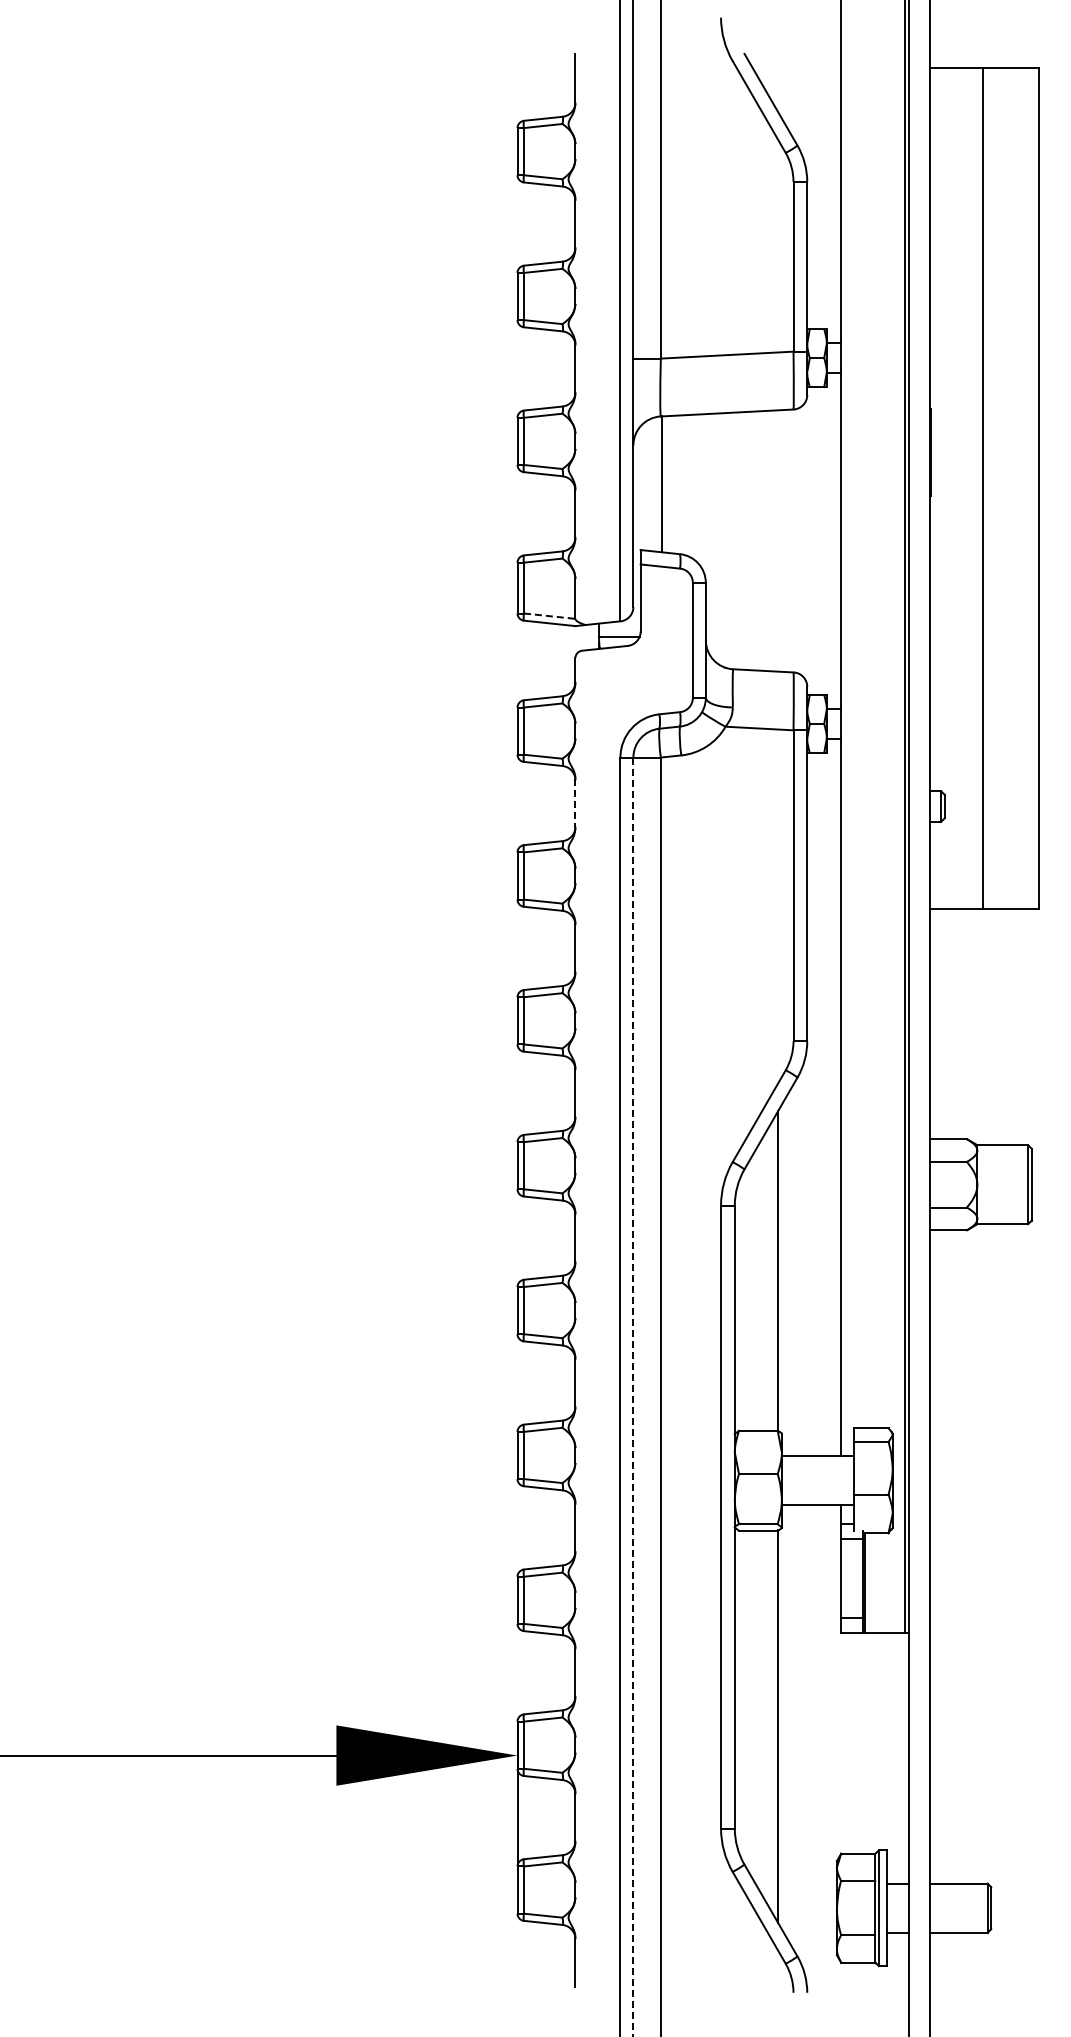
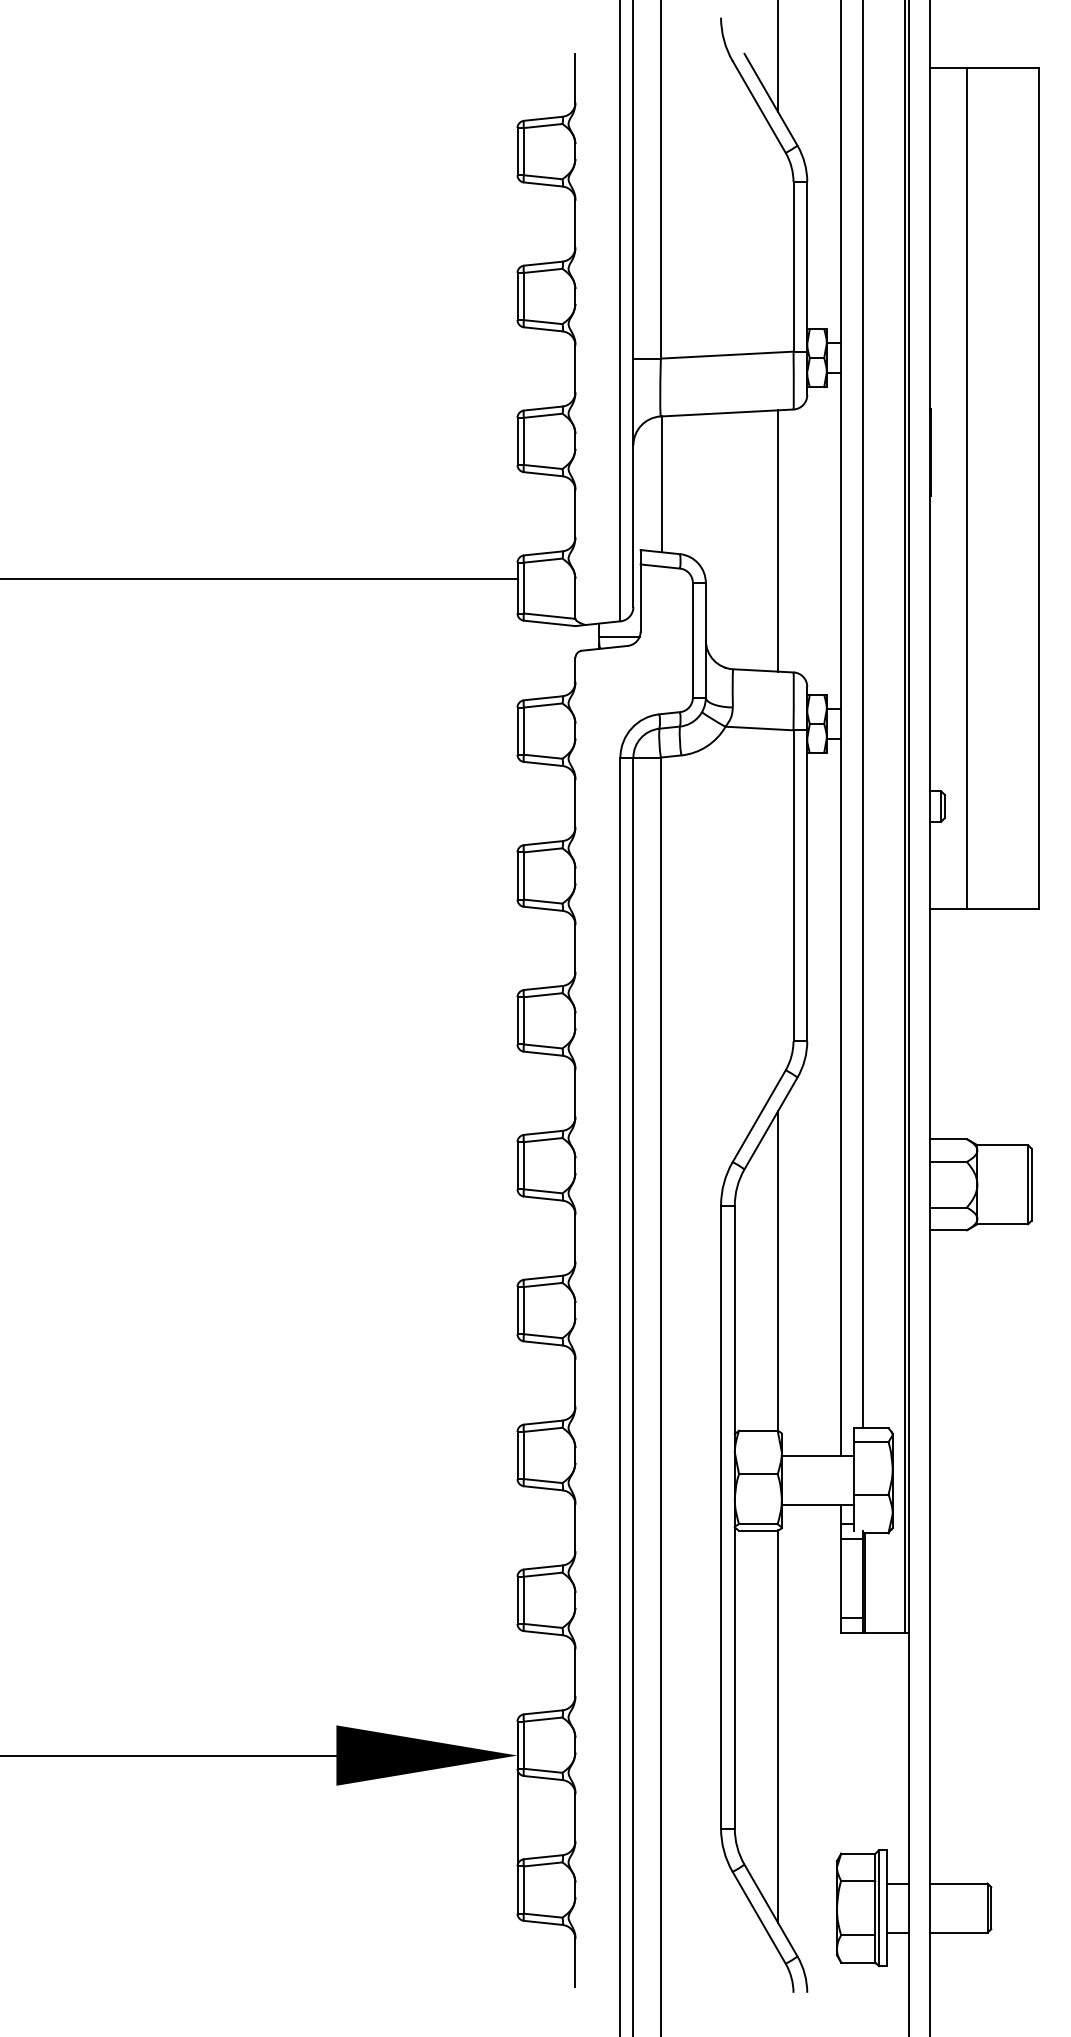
line at (778, 57): none -> present
line at (982, 488) position: (982, 488) -> (966, 488)
line at (778, 540): none -> present
line at (259, 579): none -> present
line at (549, 616): dashed -> solid
line at (862, 715): none -> present
line at (575, 803): dashed -> solid
line at (633, 1397): dashed -> solid
